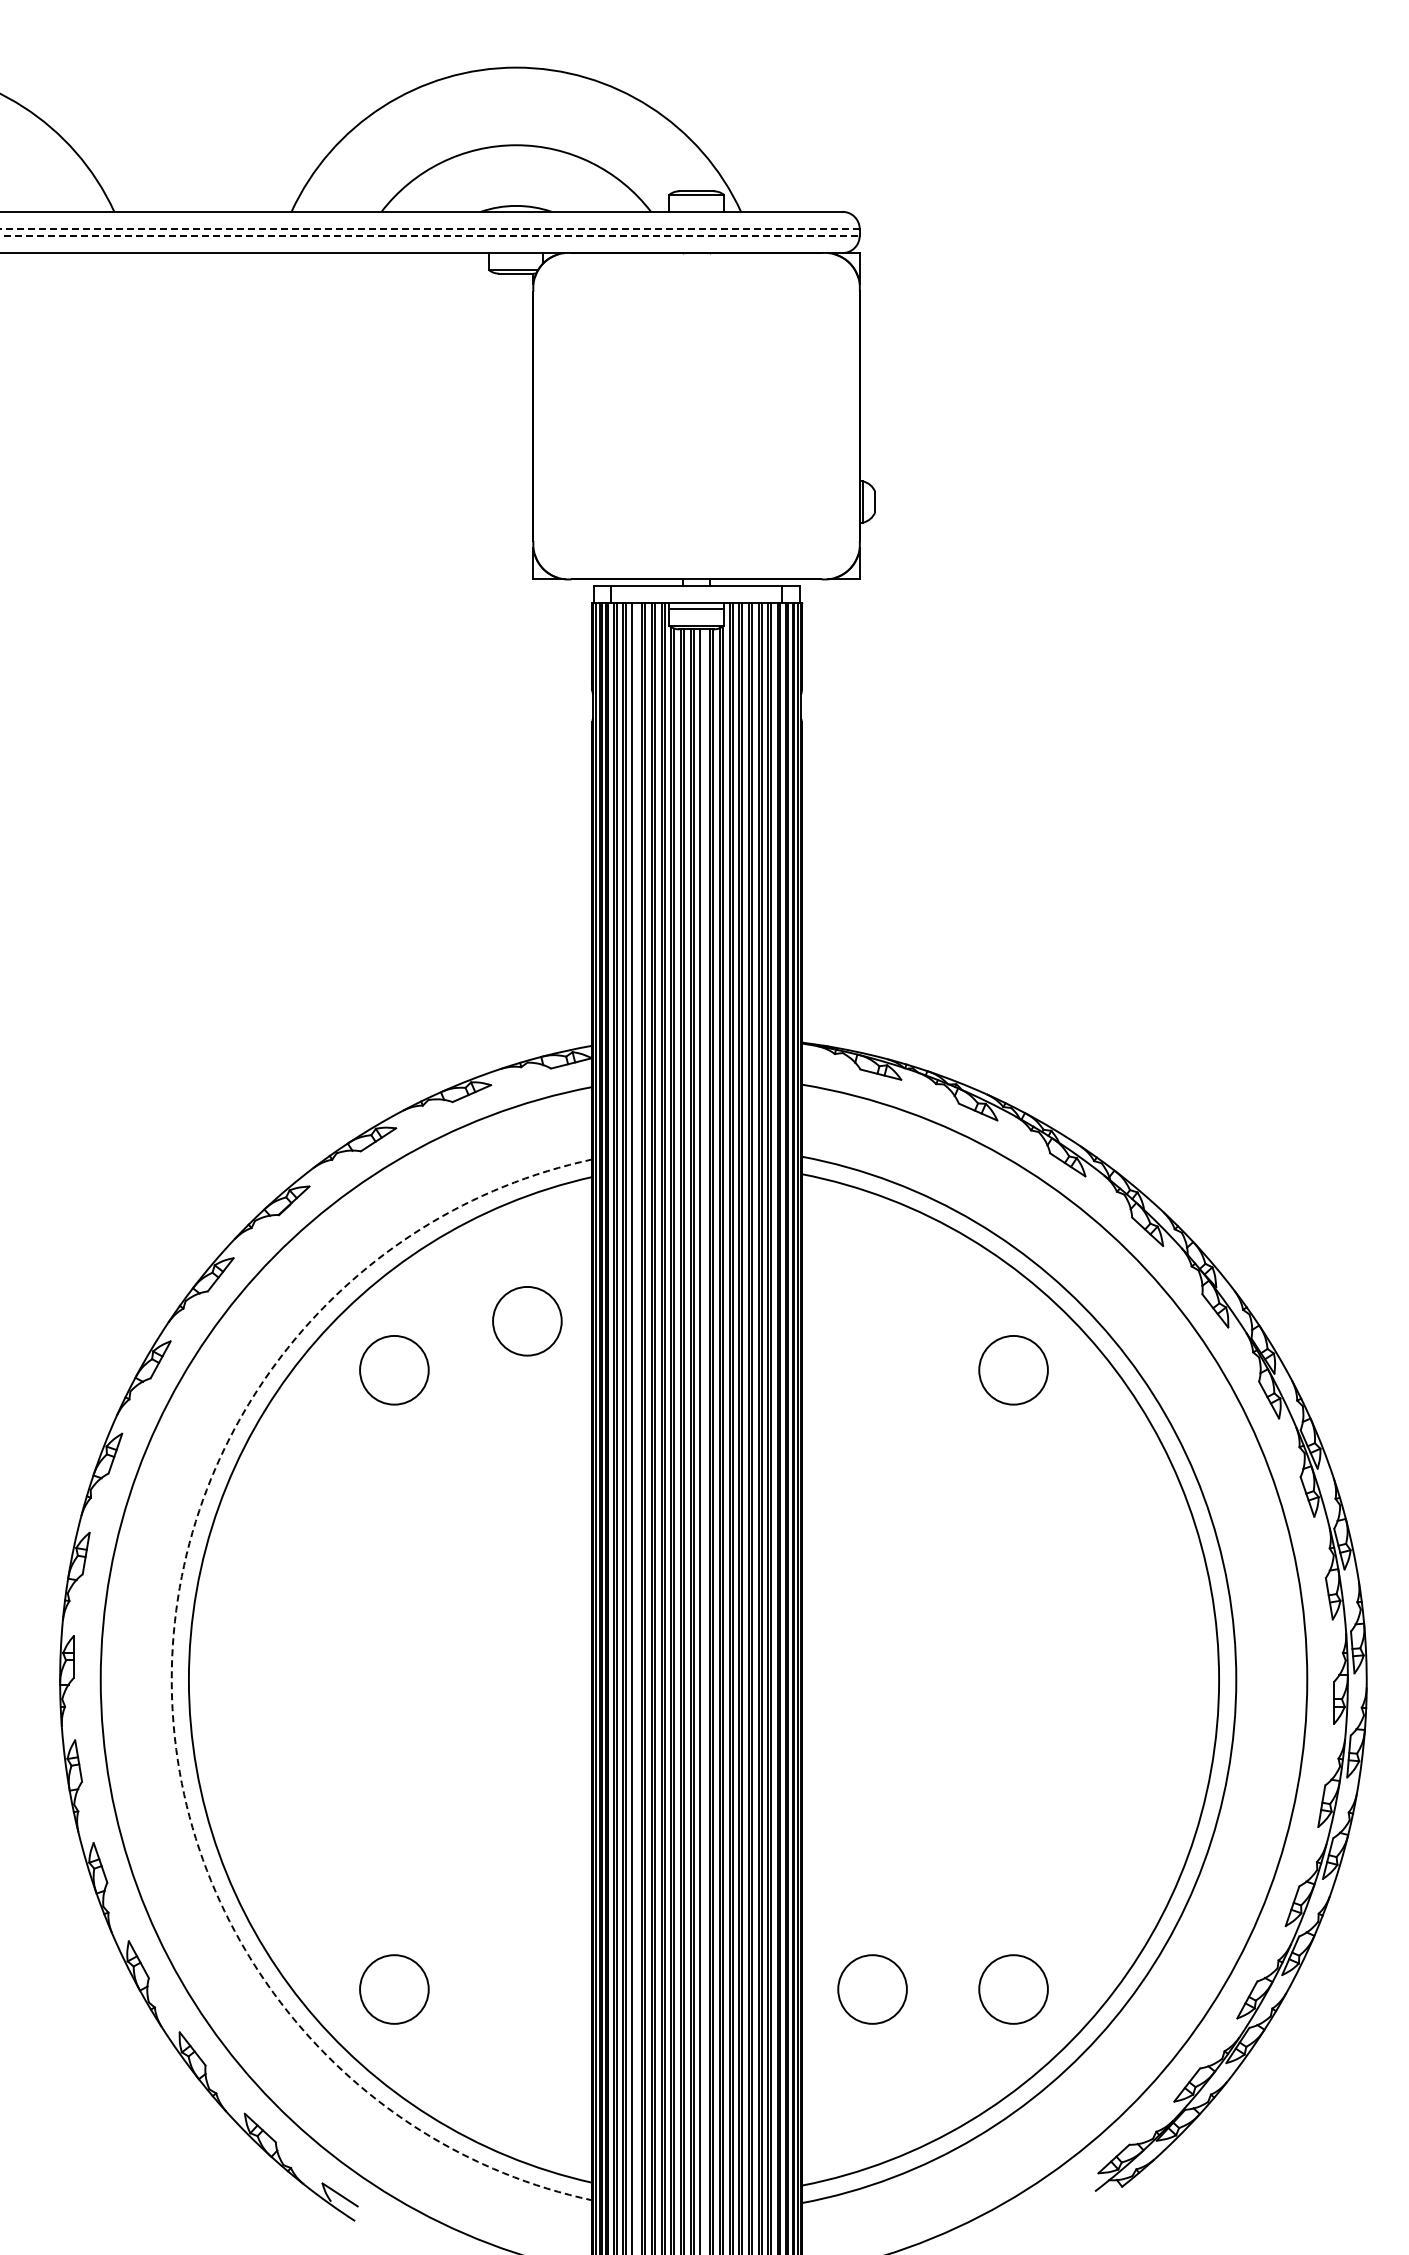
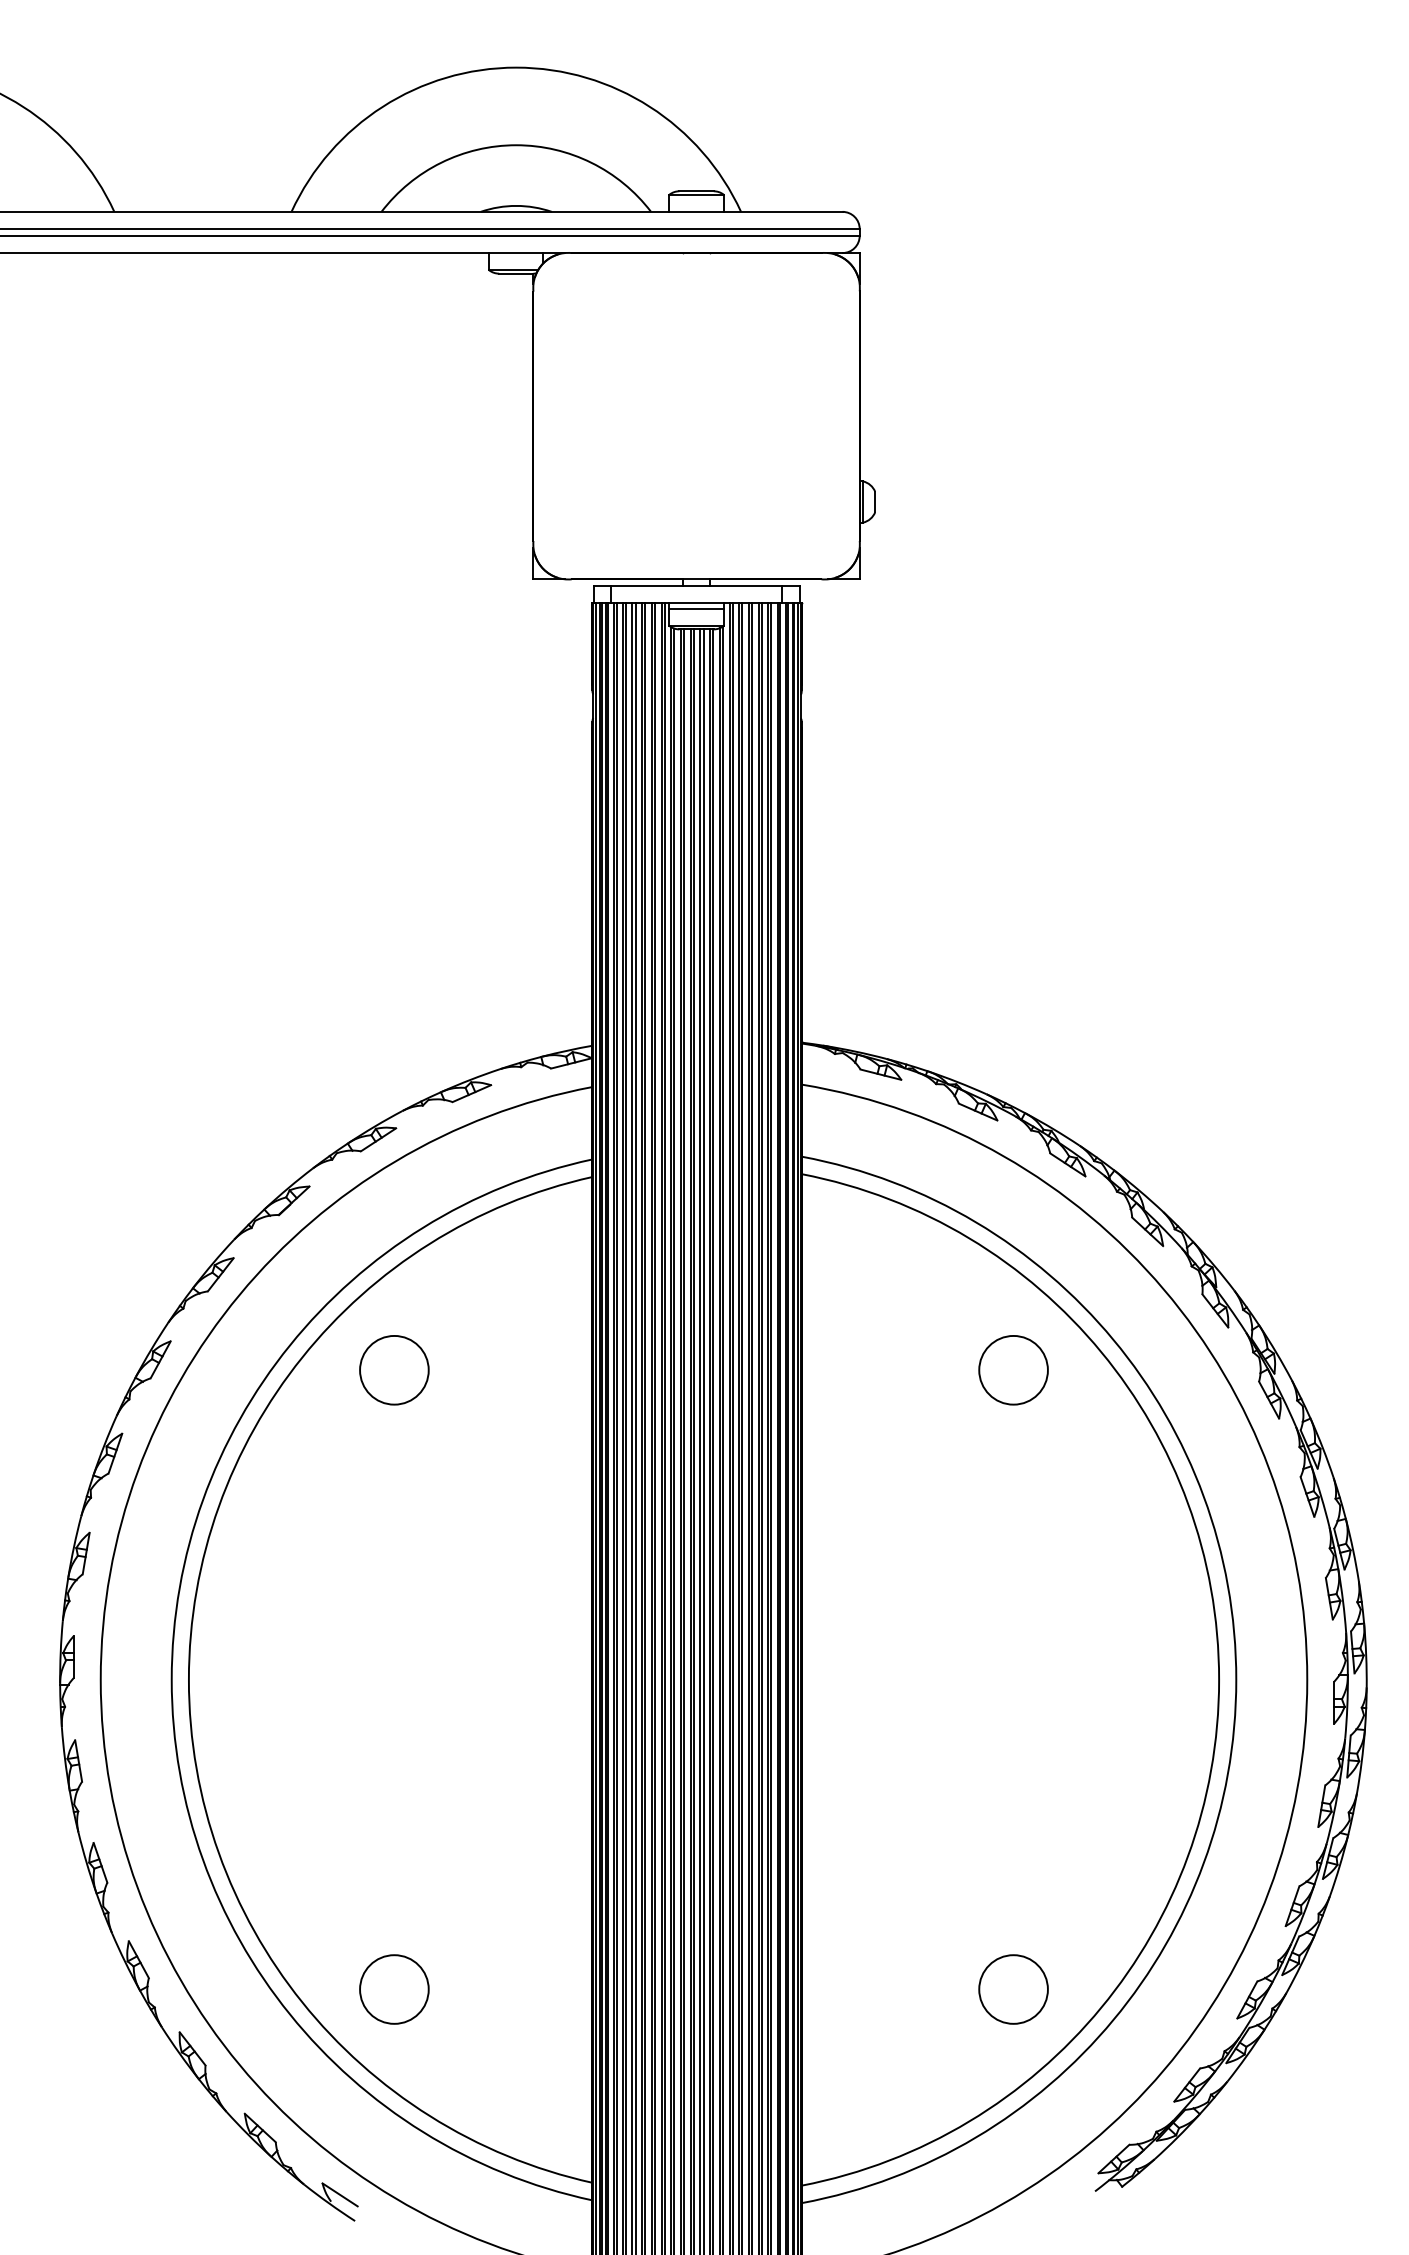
line at (429, 229): dashed -> solid
line at (430, 235): dashed -> solid
circle at (527, 1321): present -> none
line at (635, 1427): none -> present
line at (703, 1440): none -> present
arc at (171, 1679): dashed -> solid
circle at (872, 1989): present -> none
